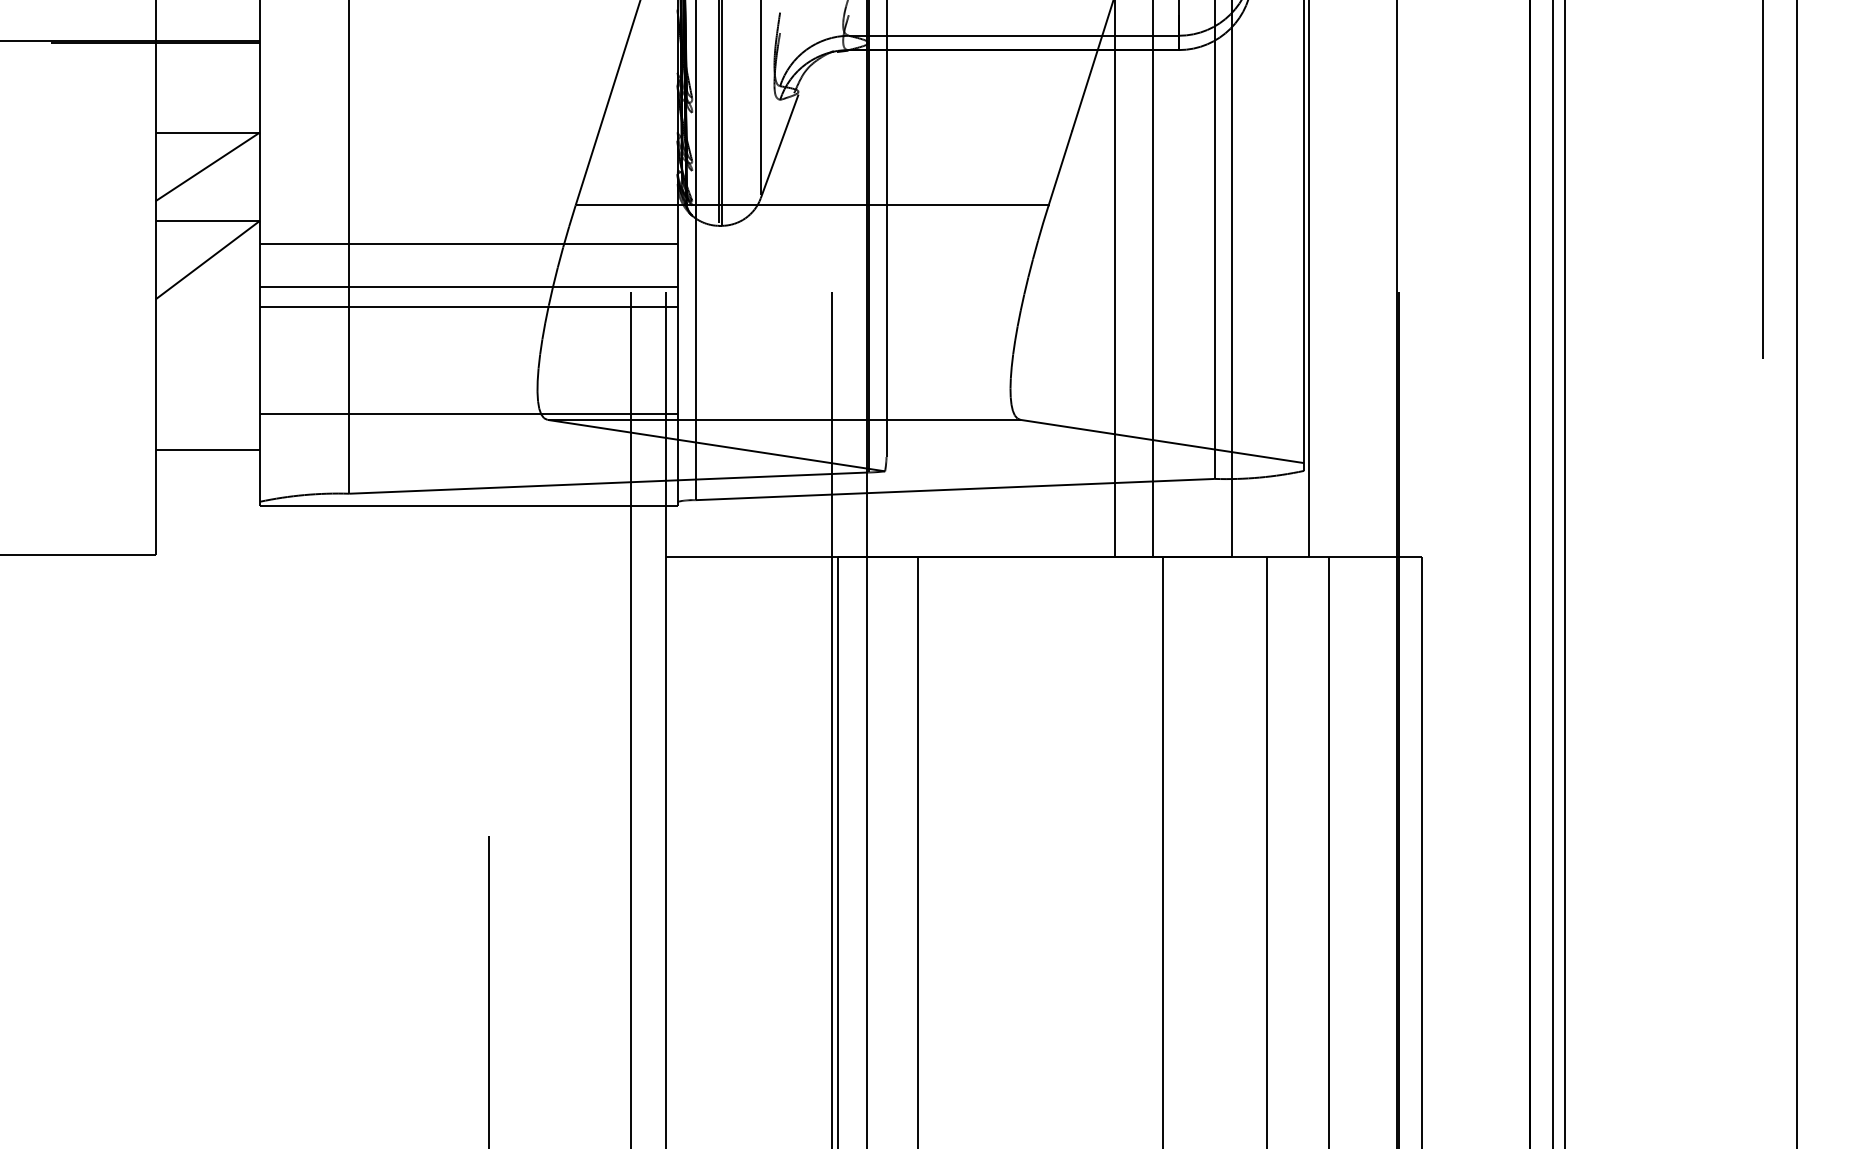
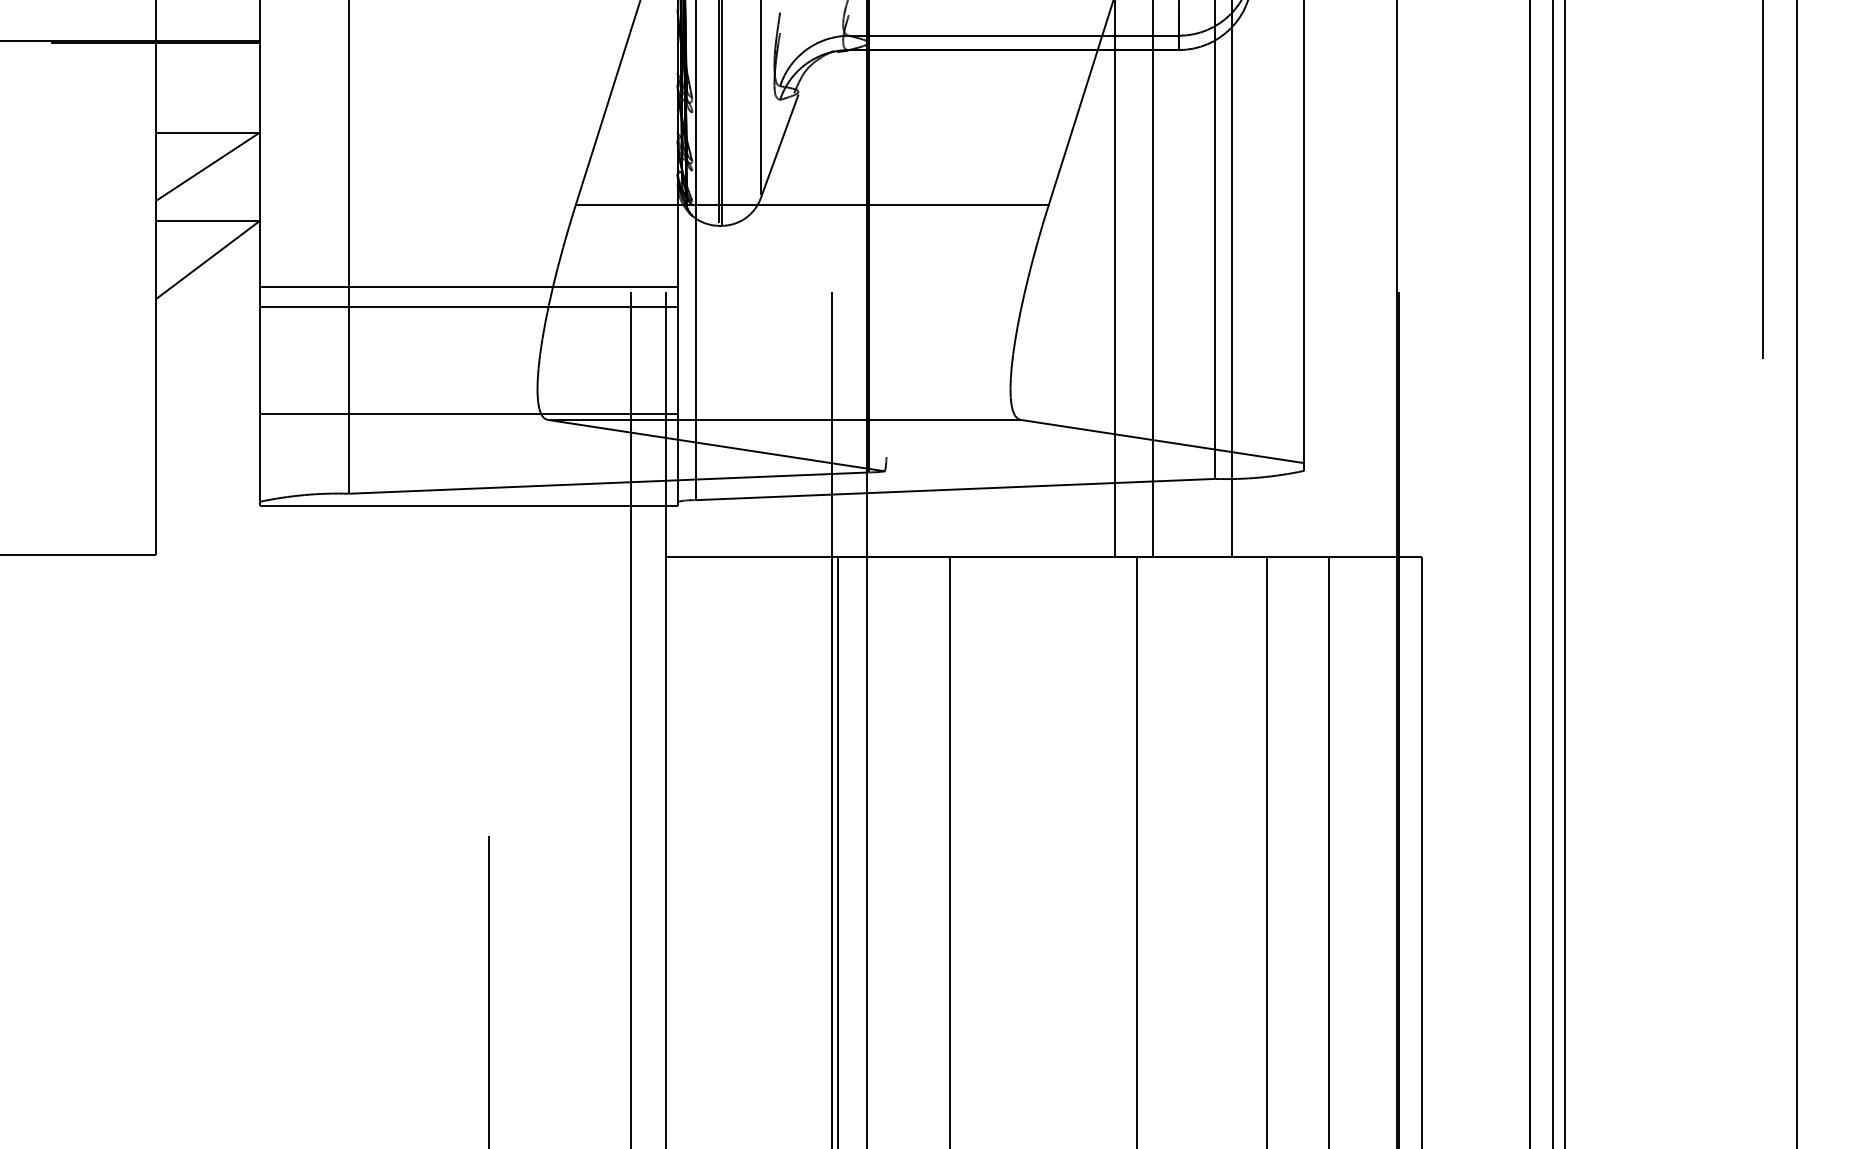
line at (886, 229): present -> none
line at (468, 243): present -> none
line at (1308, 279): present -> none
line at (207, 450): present -> none
line at (917, 851) position: (917, 851) -> (949, 851)
line at (1163, 851) position: (1163, 851) -> (1137, 851)
